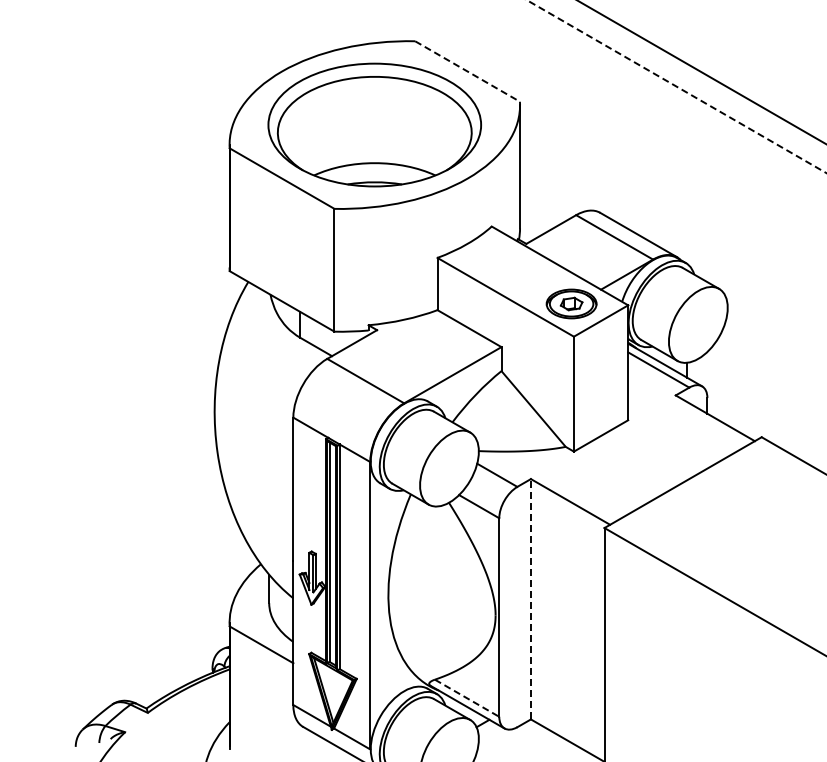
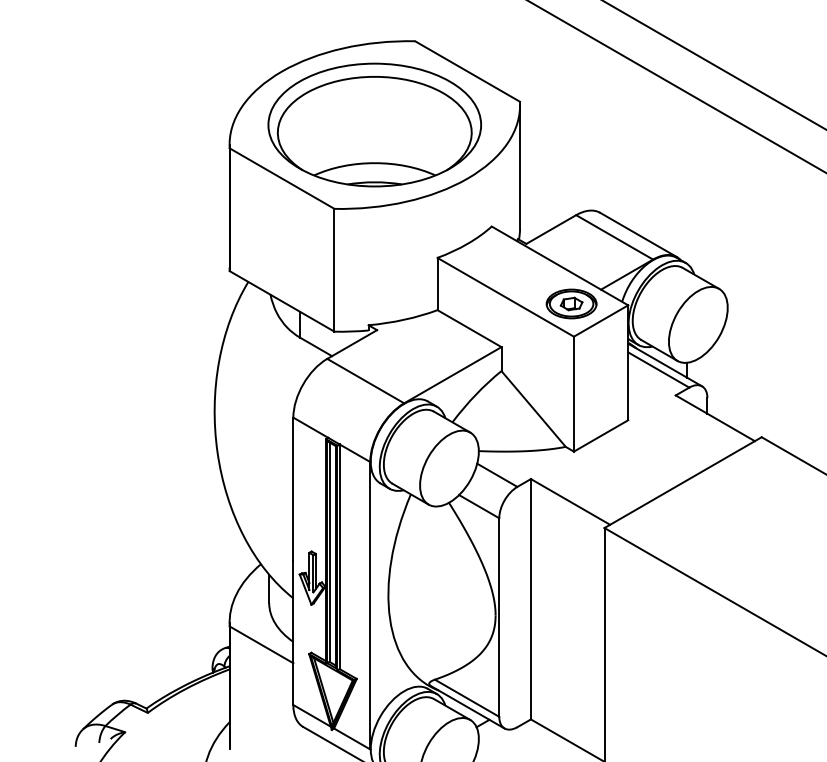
line at (468, 71): dashed -> solid
line at (701, 72) position: (701, 72) -> (714, 65)
line at (676, 86): dashed -> solid
line at (530, 598): dashed -> solid
line at (467, 698): dashed -> solid
